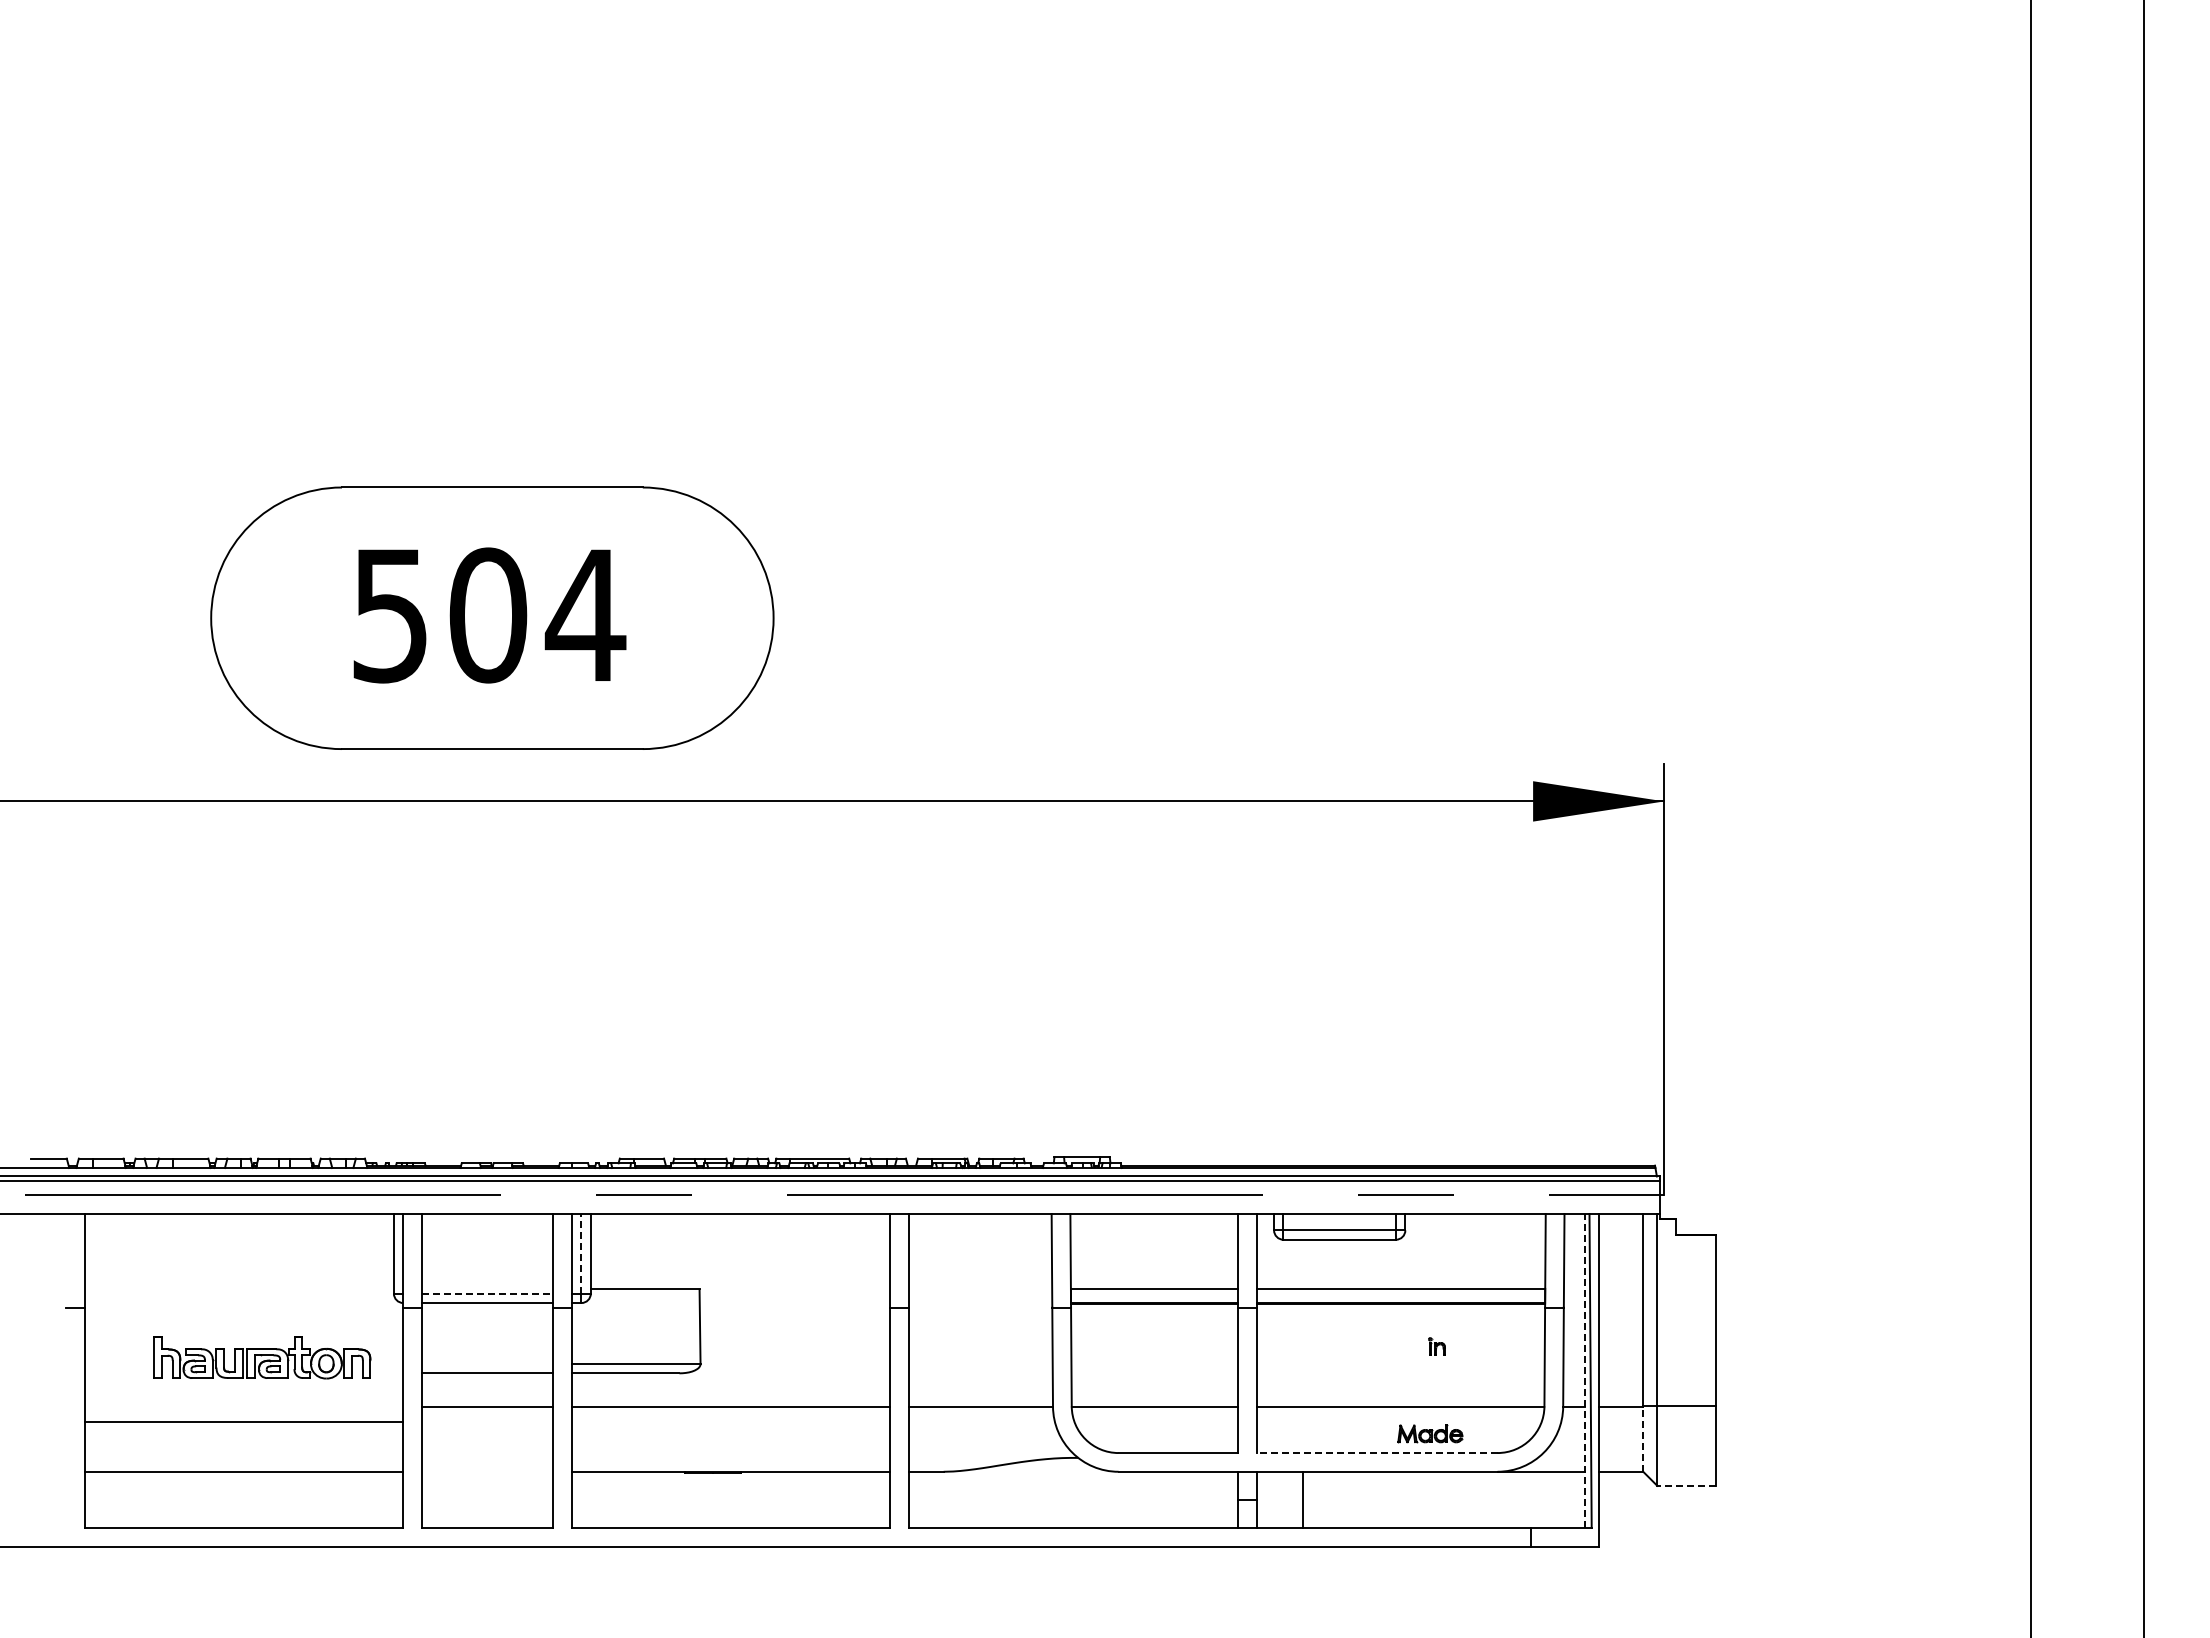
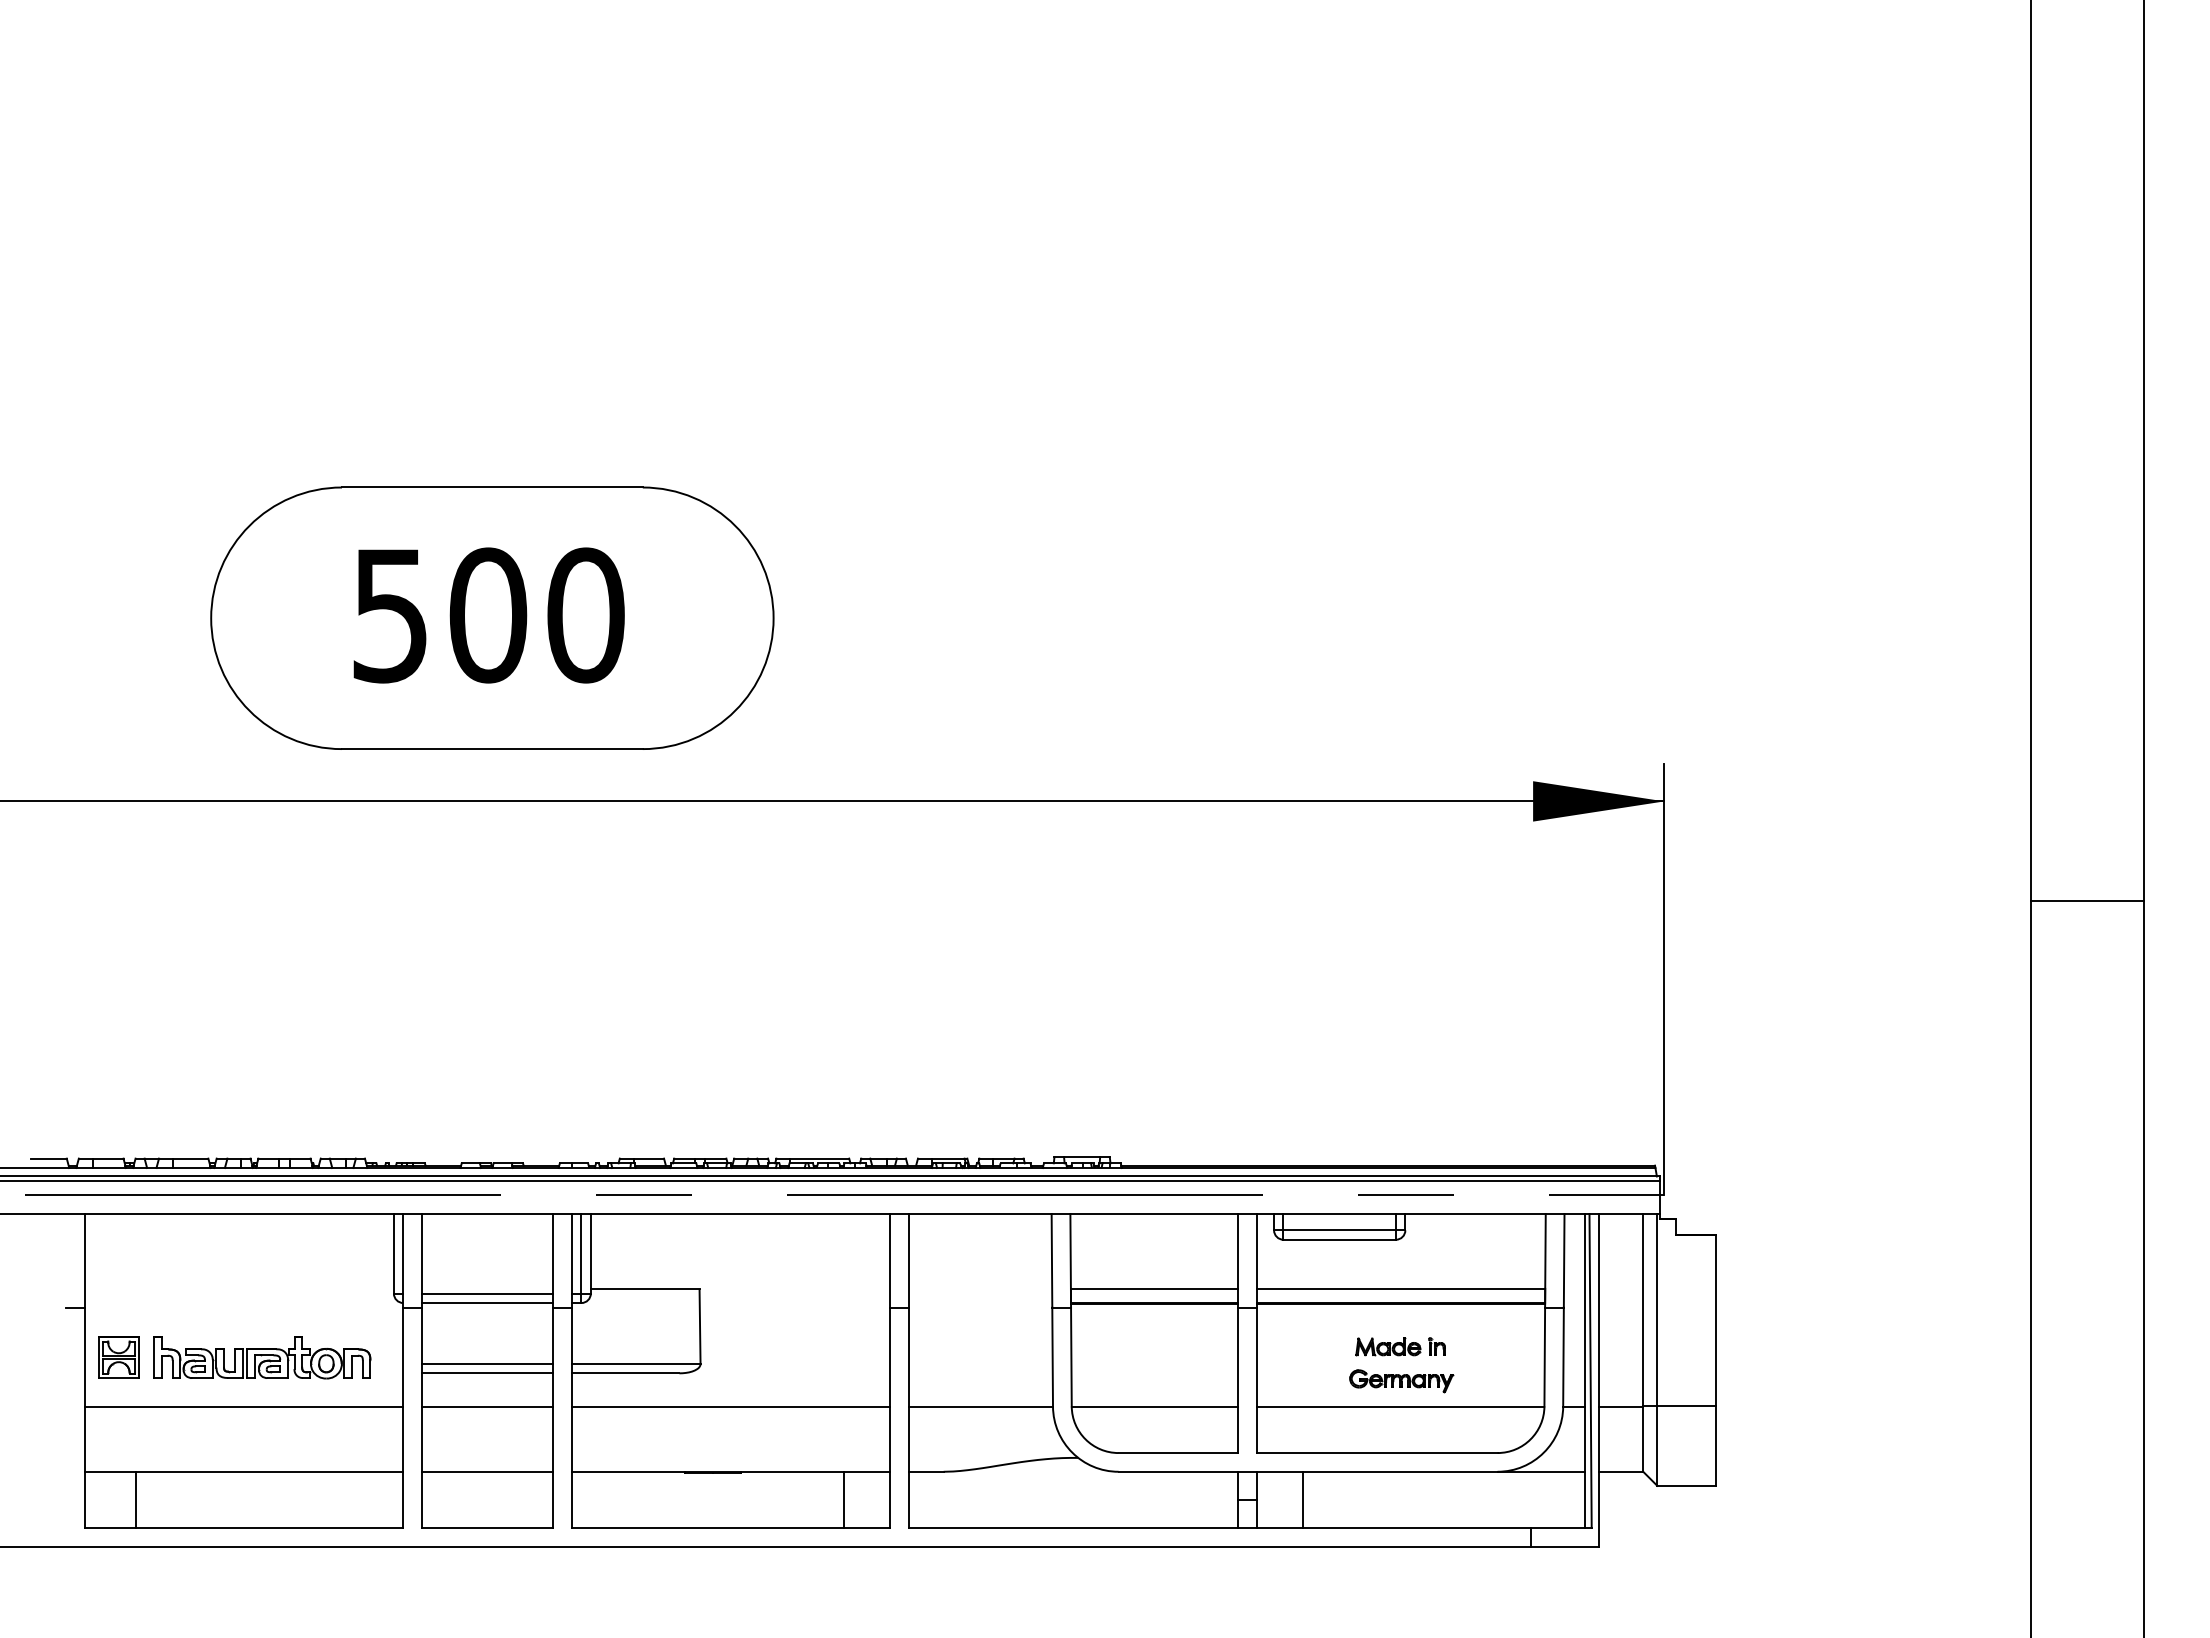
text at (585, 615): 504 -> 500
line at (2087, 901): none -> present
line at (581, 1253): dashed -> solid
line at (487, 1293): dashed -> solid
part at (118, 1357): none -> present
line at (487, 1363): none -> present
line at (1584, 1370): dashed -> solid
part at (1401, 1381): none -> present
line at (243, 1421) position: (243, 1421) -> (243, 1406)
part at (1430, 1433) position: (1430, 1433) -> (1388, 1346)
line at (1643, 1439): dashed -> solid
line at (1376, 1453): dashed -> solid
line at (487, 1471): none -> present
line at (1686, 1485): dashed -> solid
line at (136, 1499): none -> present
line at (844, 1499): none -> present
